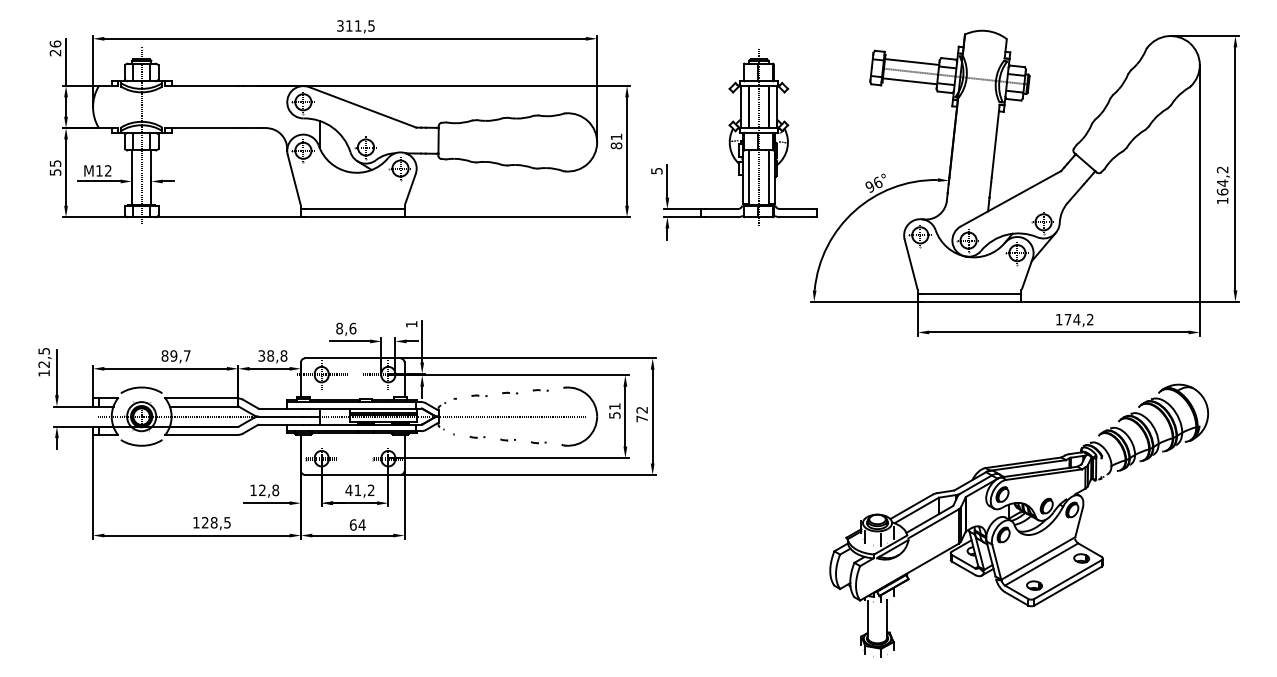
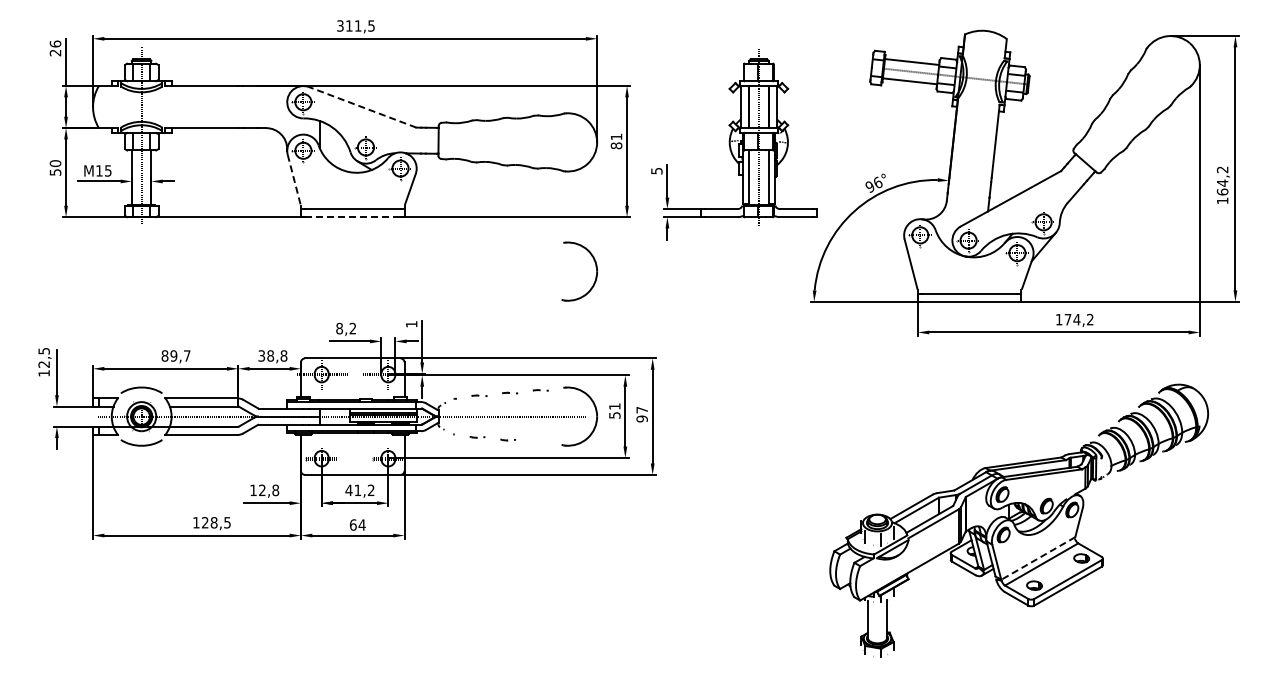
line at (362, 107): solid -> dashed
text at (55, 163): 55 -> 50
text at (108, 170): M12 -> M15
line at (294, 180): solid -> dashed
line at (352, 217): solid -> dashed
part at (595, 267): none -> present
text at (352, 328): 8,6 -> 8,2
text at (641, 414): 72 -> 97
part at (538, 442): present -> none
line at (1038, 558): solid -> dashed
